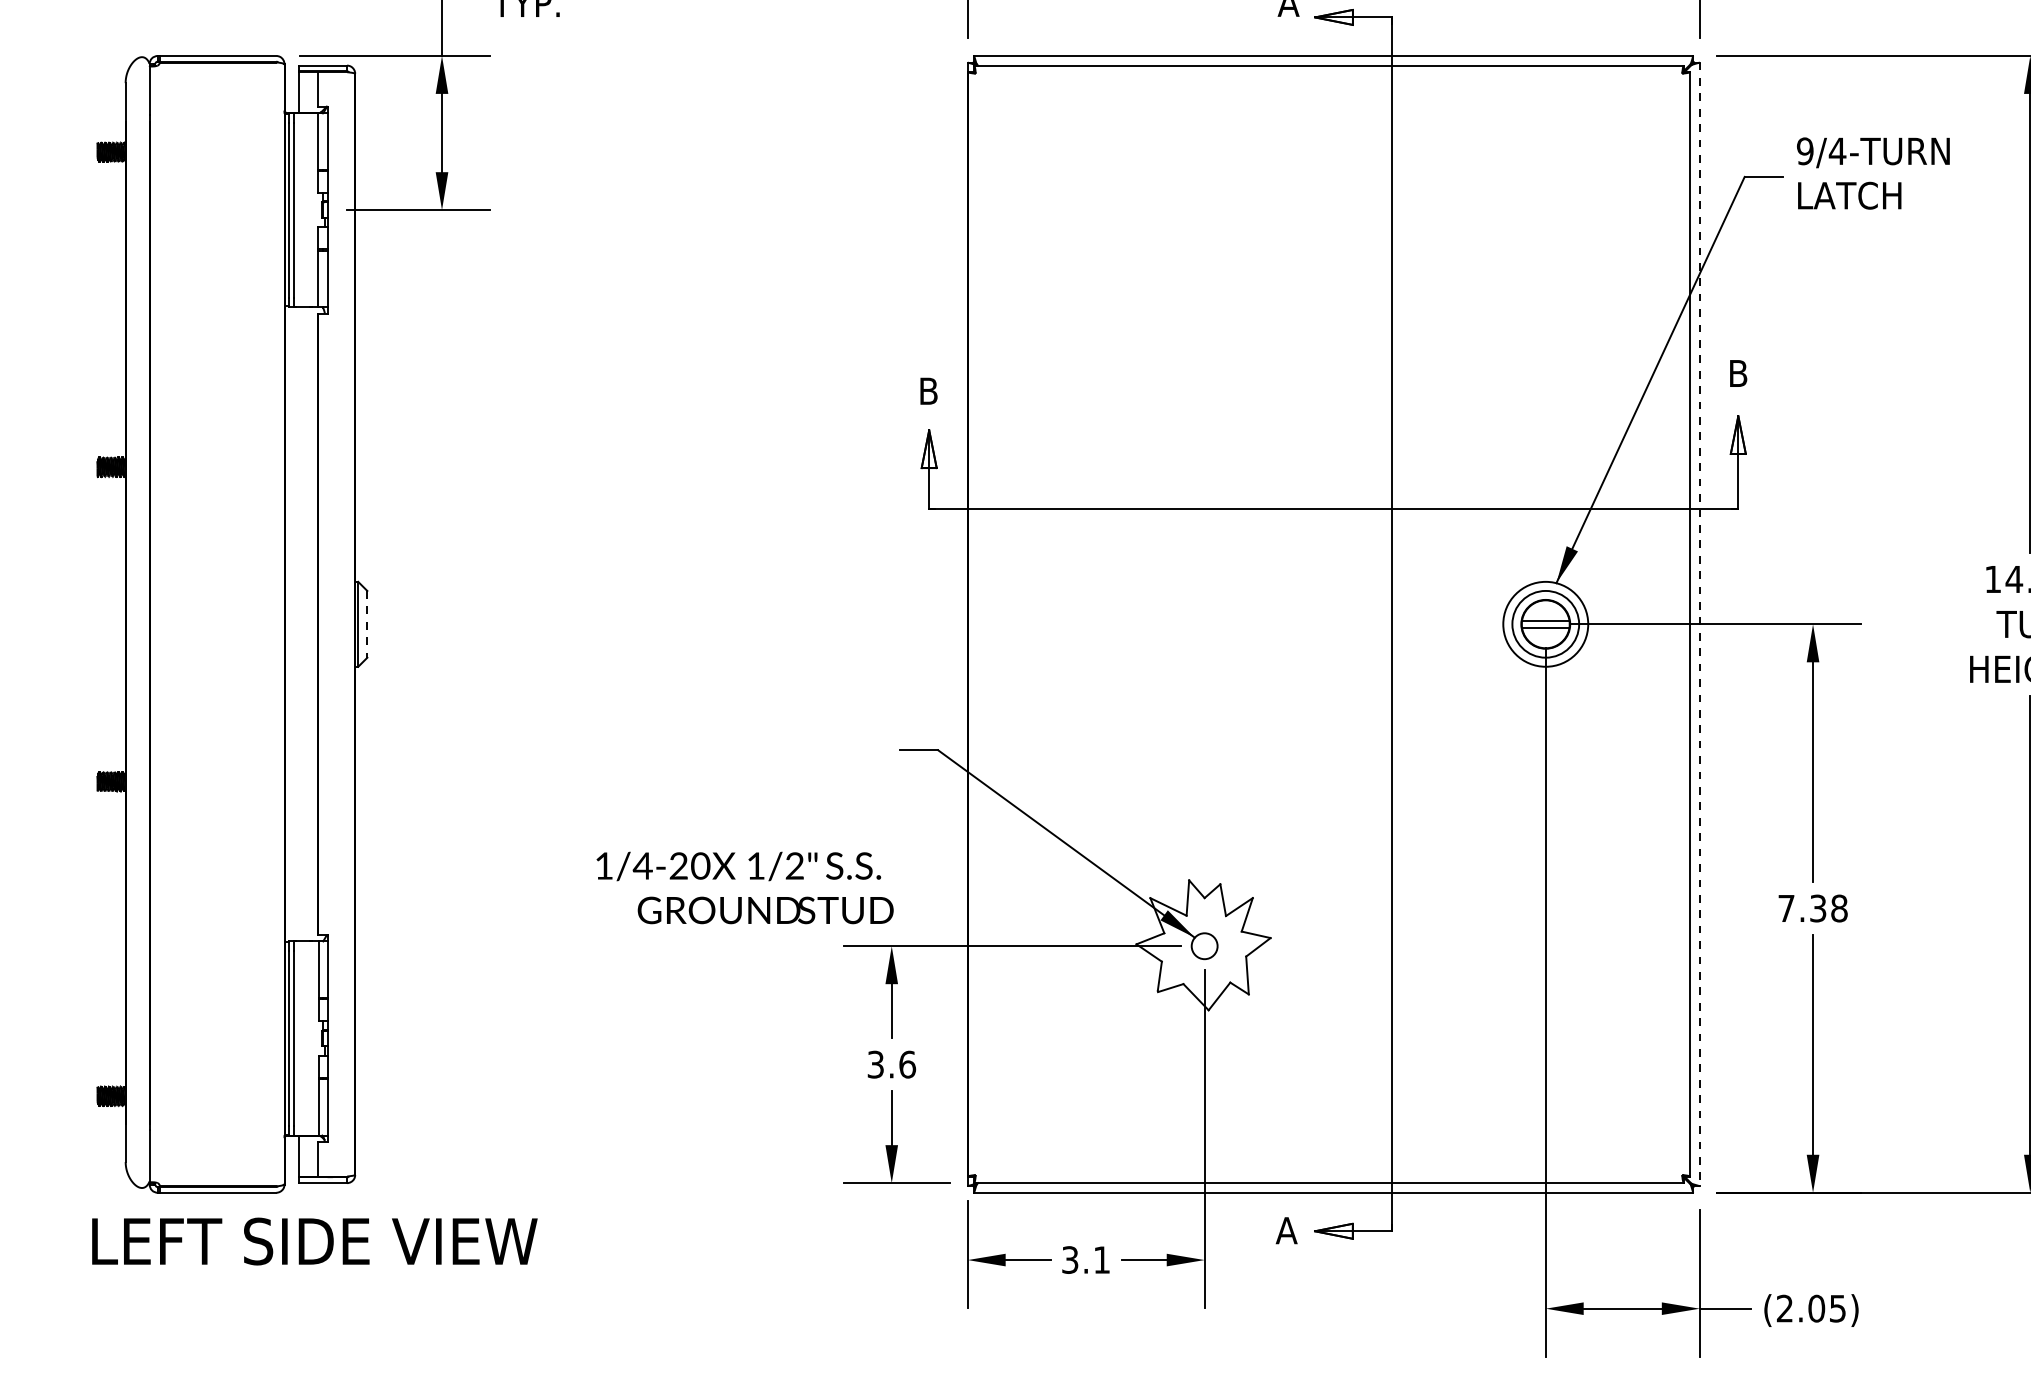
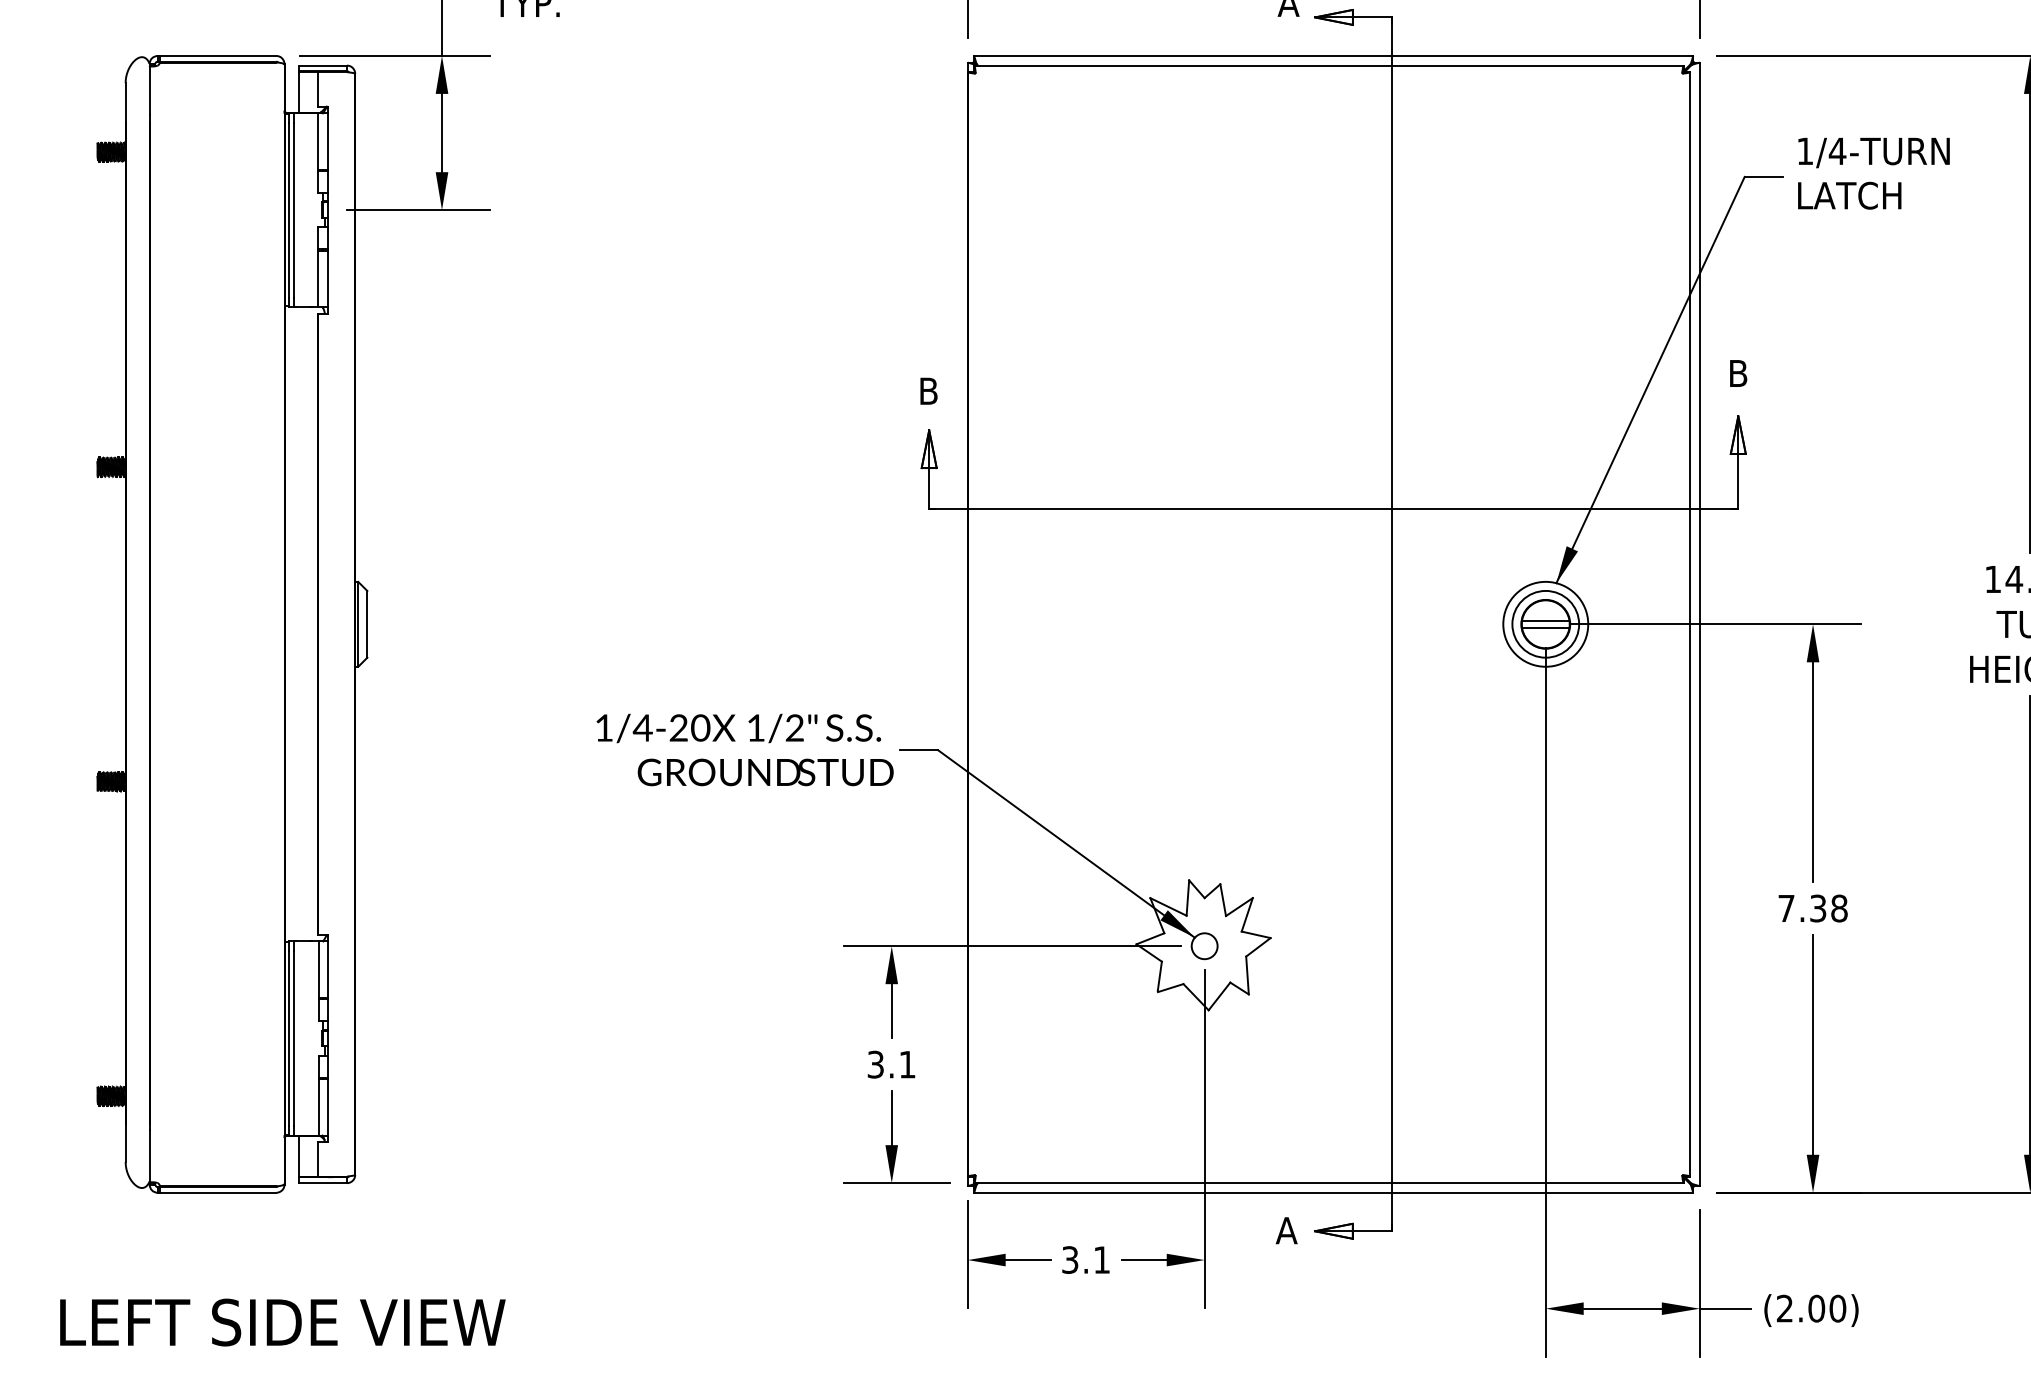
text at (1805, 151): 9/4-TURN -> 1/4-TURN
line at (367, 624): dashed -> solid
line at (1699, 624): dashed -> solid
text at (744, 887) position: (744, 887) -> (744, 749)
text at (907, 1064): 3.6 -> 3.1
text at (314, 1241) position: (314, 1241) -> (282, 1322)
text at (1837, 1308): (2.05) -> (2.00)
